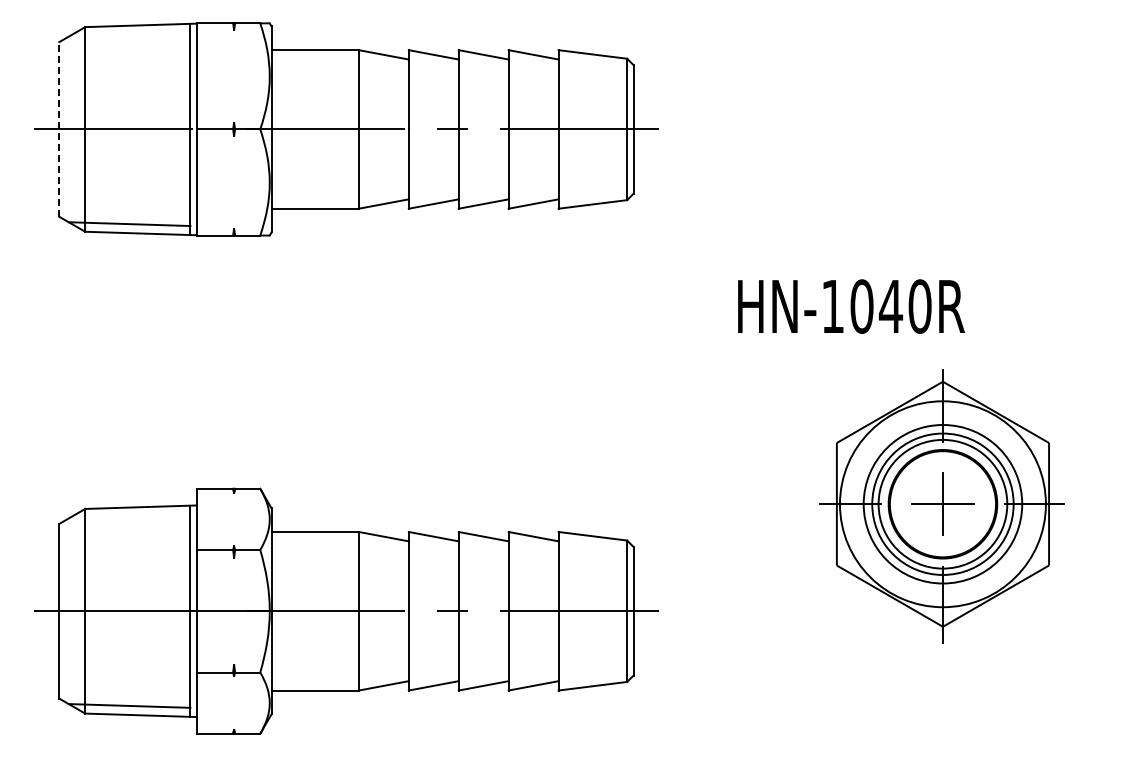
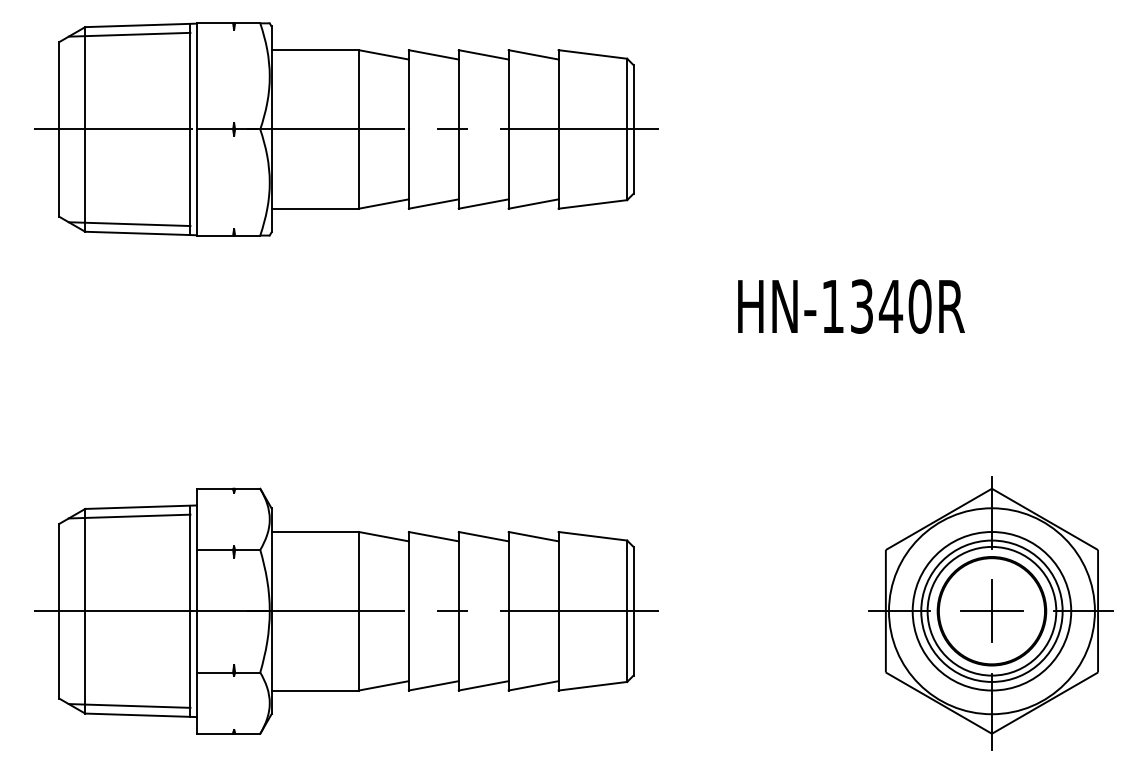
line at (129, 34): none -> present
line at (59, 128): dashed -> solid
text at (861, 306): HN-1040R -> HN-1340R
part at (941, 506) position: (941, 506) -> (990, 613)
line at (129, 516): none -> present
